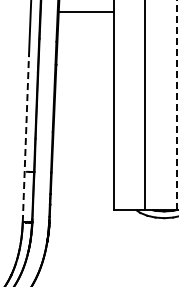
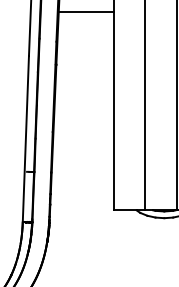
line at (177, 105): dashed -> solid
line at (25, 138): dashed -> solid
